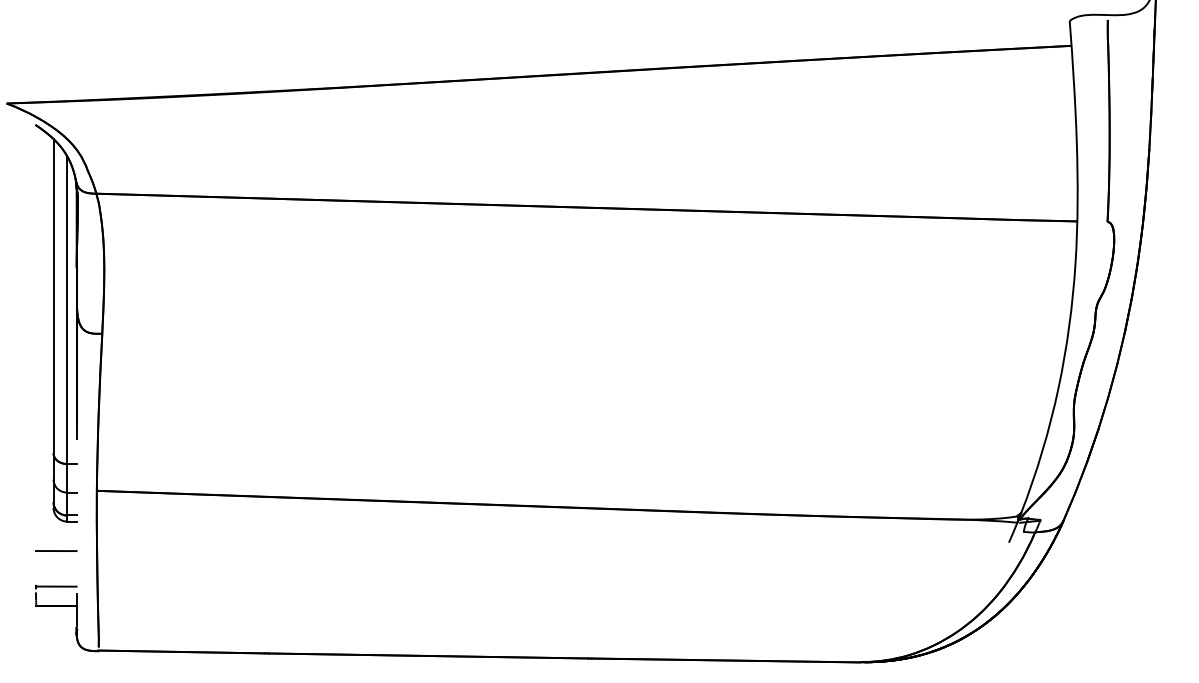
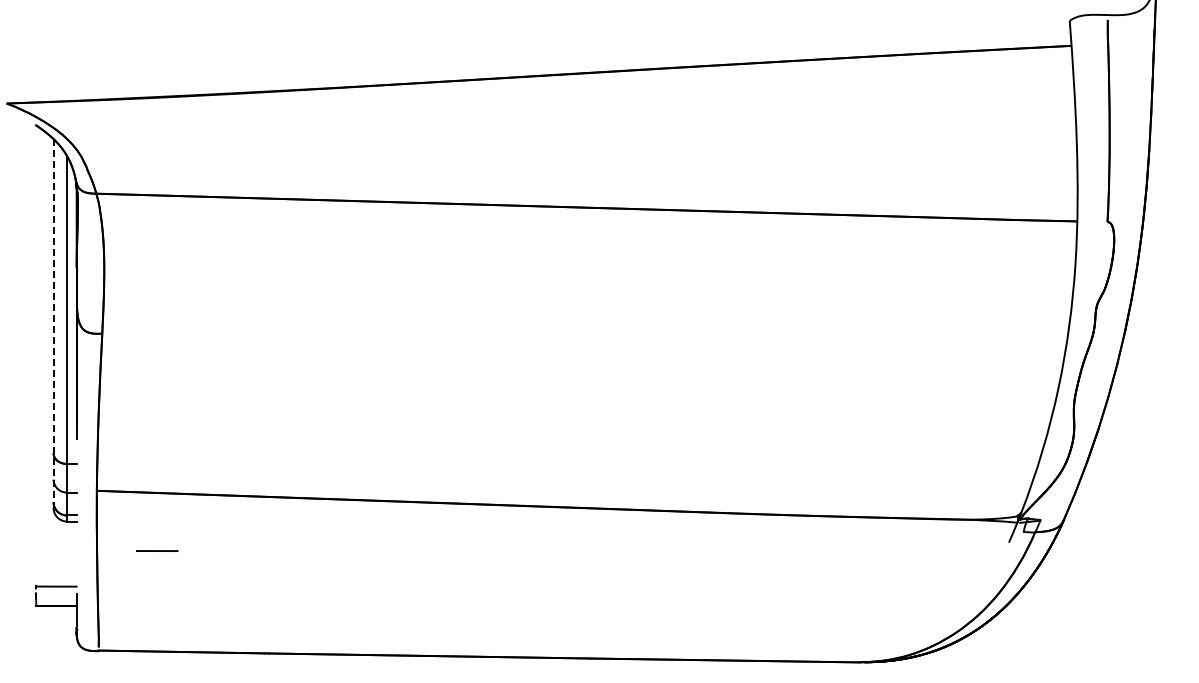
line at (53, 324): solid -> dashed
line at (56, 550) position: (56, 550) -> (157, 550)
